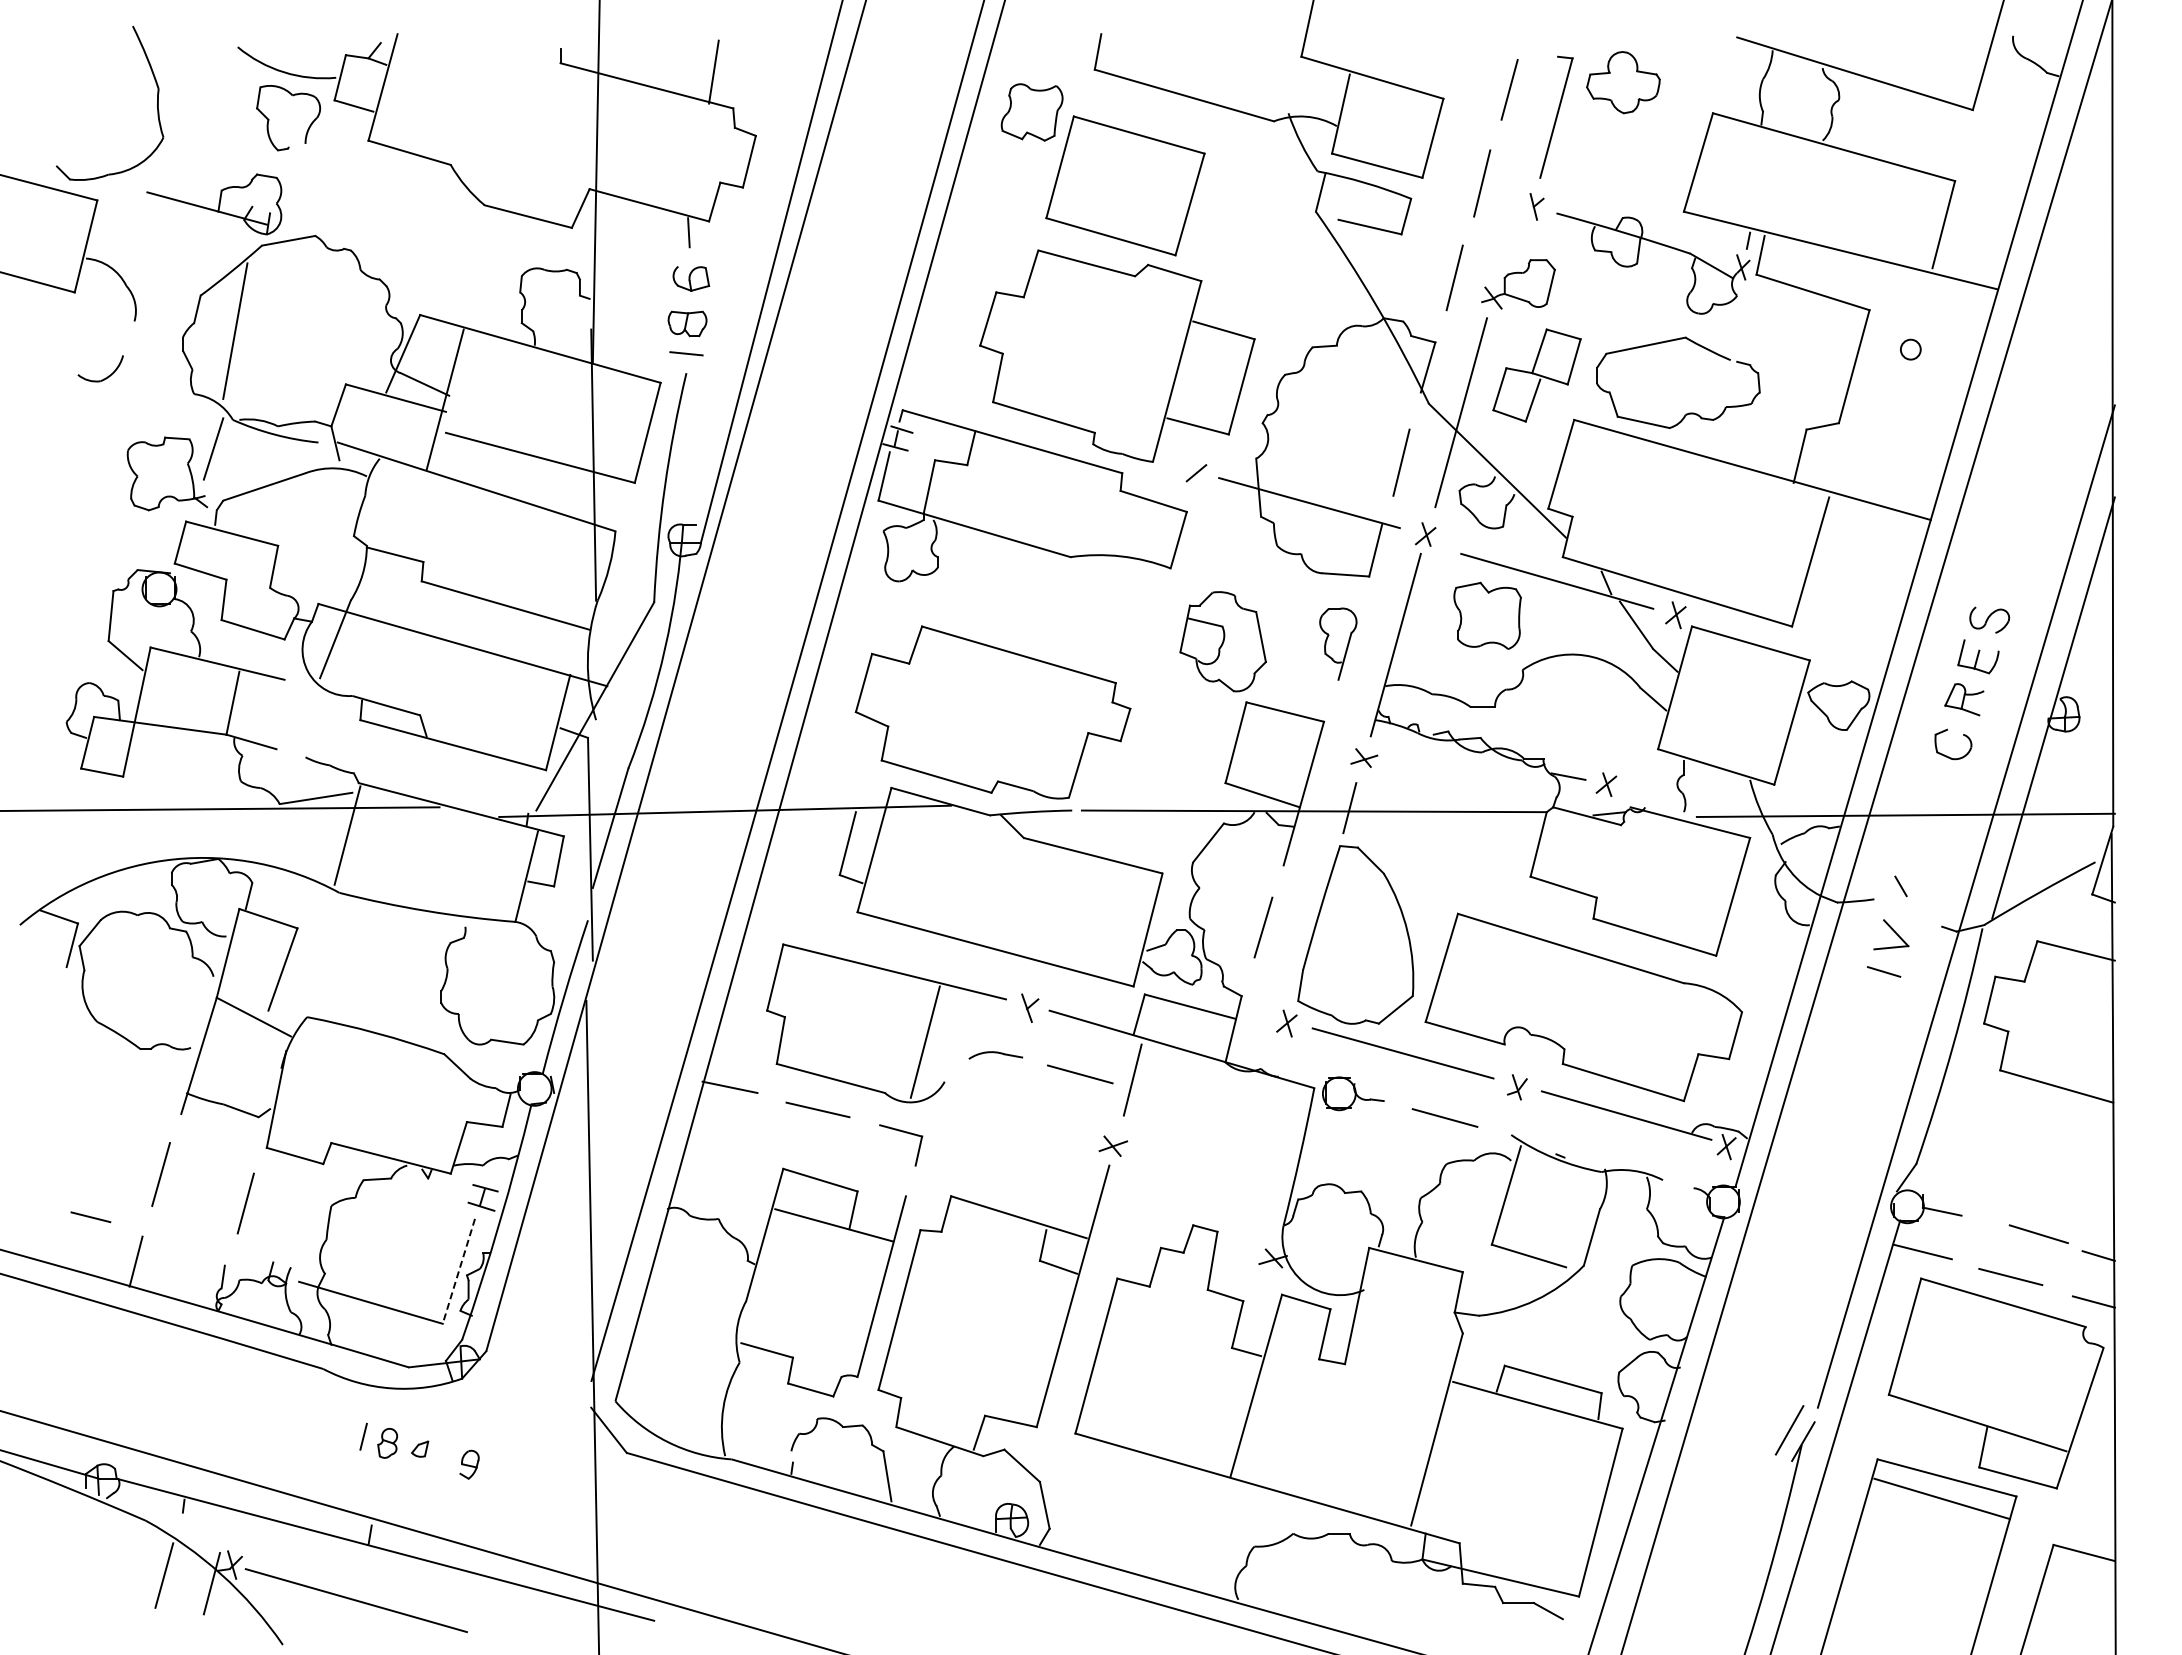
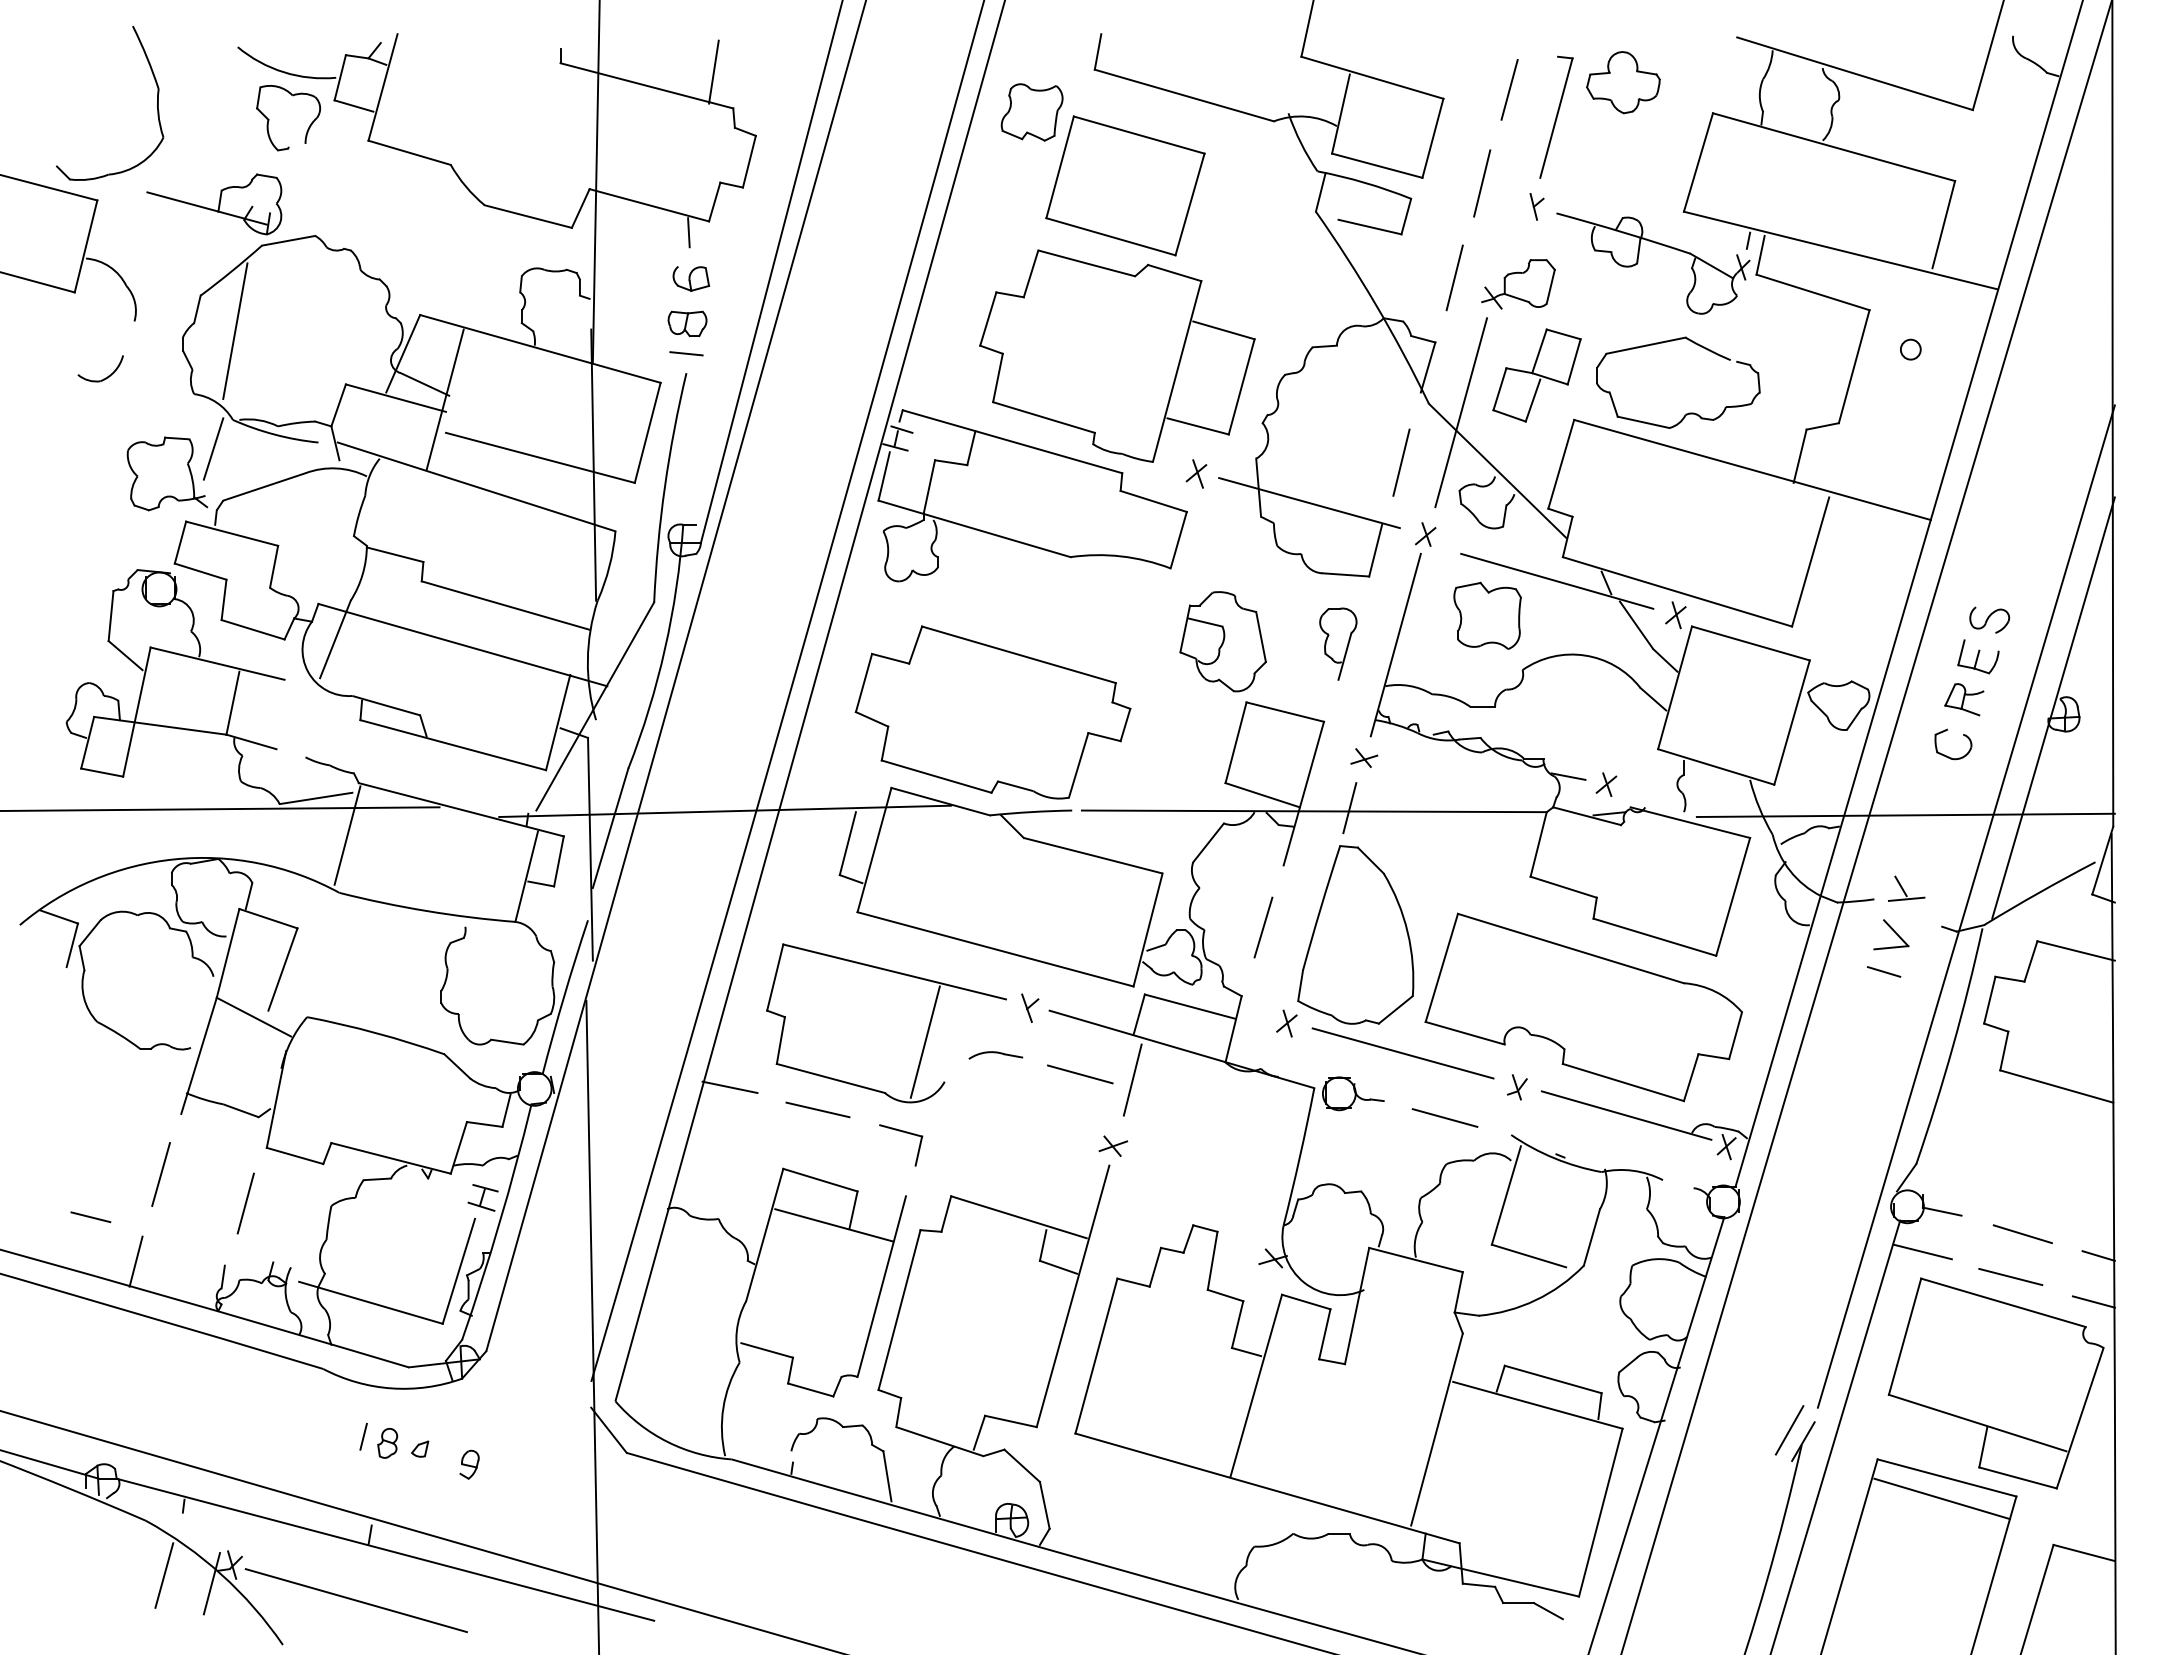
line at (1197, 473): none -> present
line at (1906, 898): none -> present
line at (2038, 1234) position: (2038, 1234) -> (2022, 1234)
line at (458, 1271): dashed -> solid
